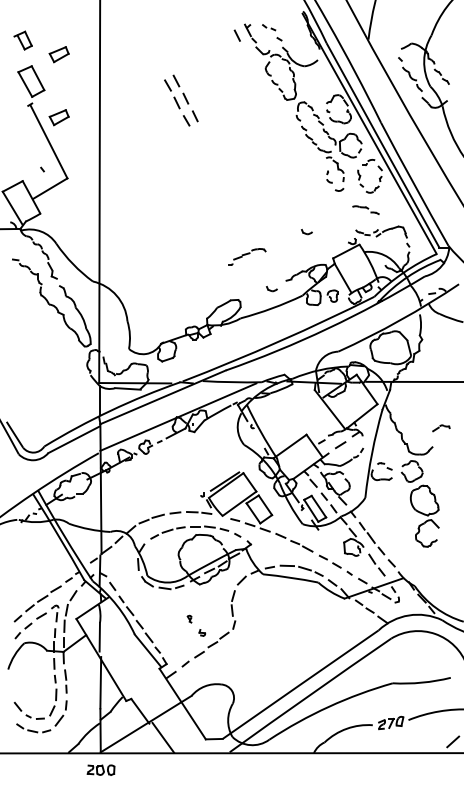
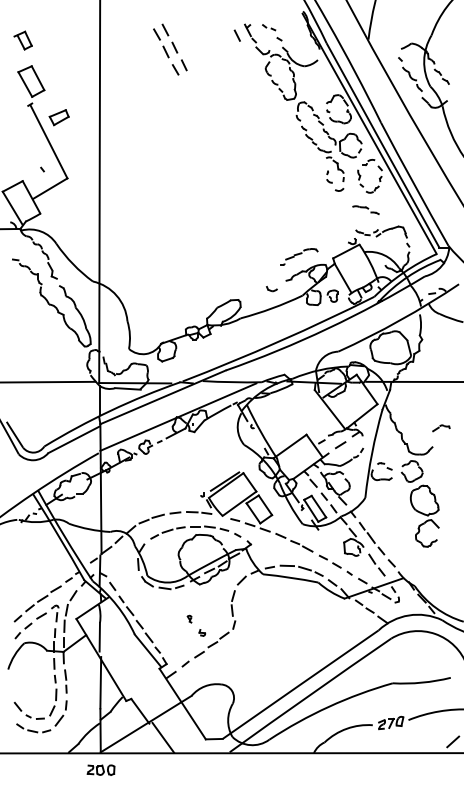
part at (58, 54): present -> none
part at (181, 100) position: (181, 100) -> (170, 49)
part at (306, 232): present -> none
part at (247, 256) position: (247, 256) -> (299, 256)
line at (48, 381): none -> present
